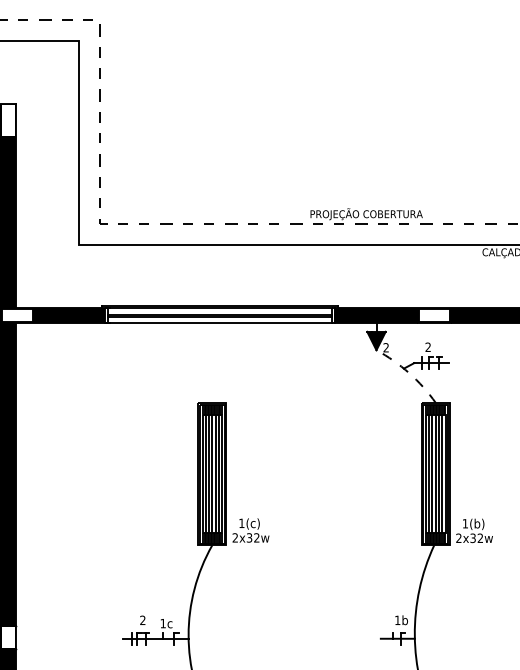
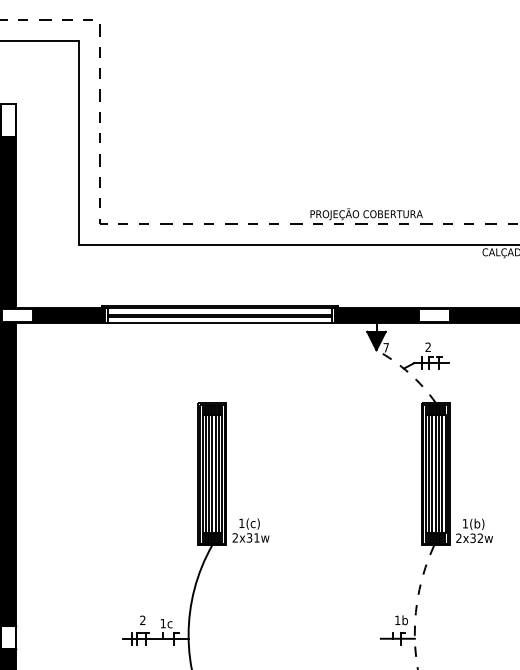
text at (385, 347): 2 -> 7
text at (256, 537): 2x32w -> 2x31w
arc at (416, 607): solid -> dashed
